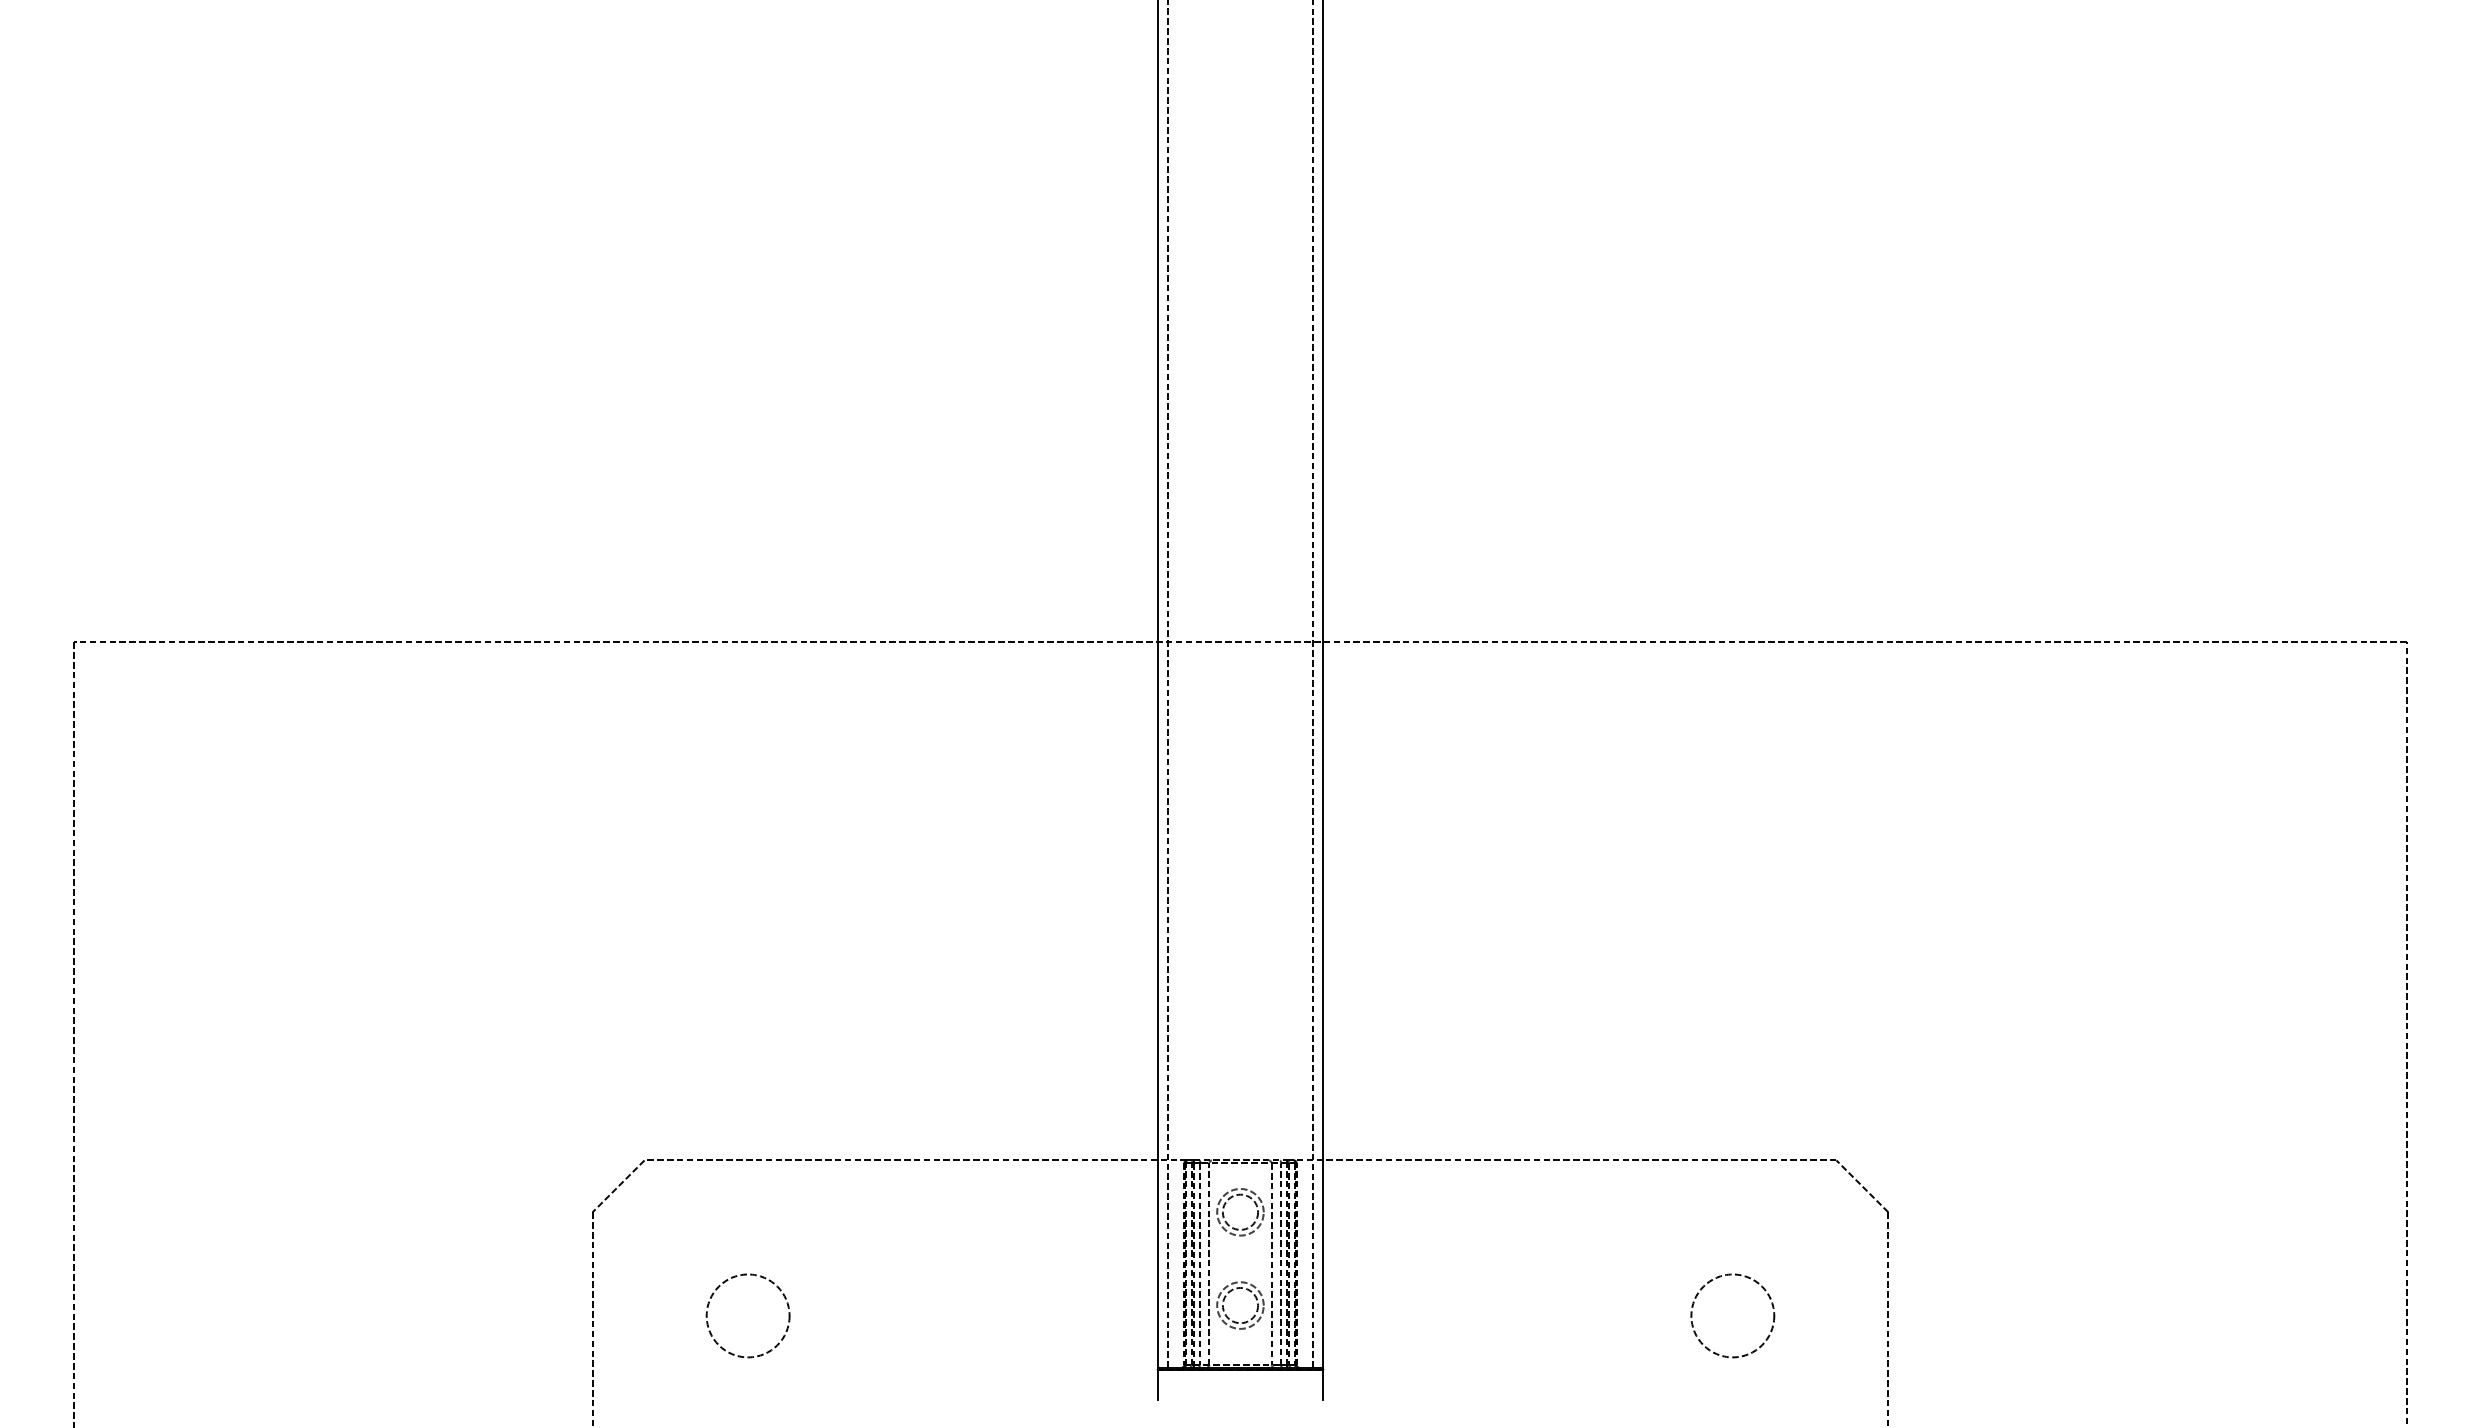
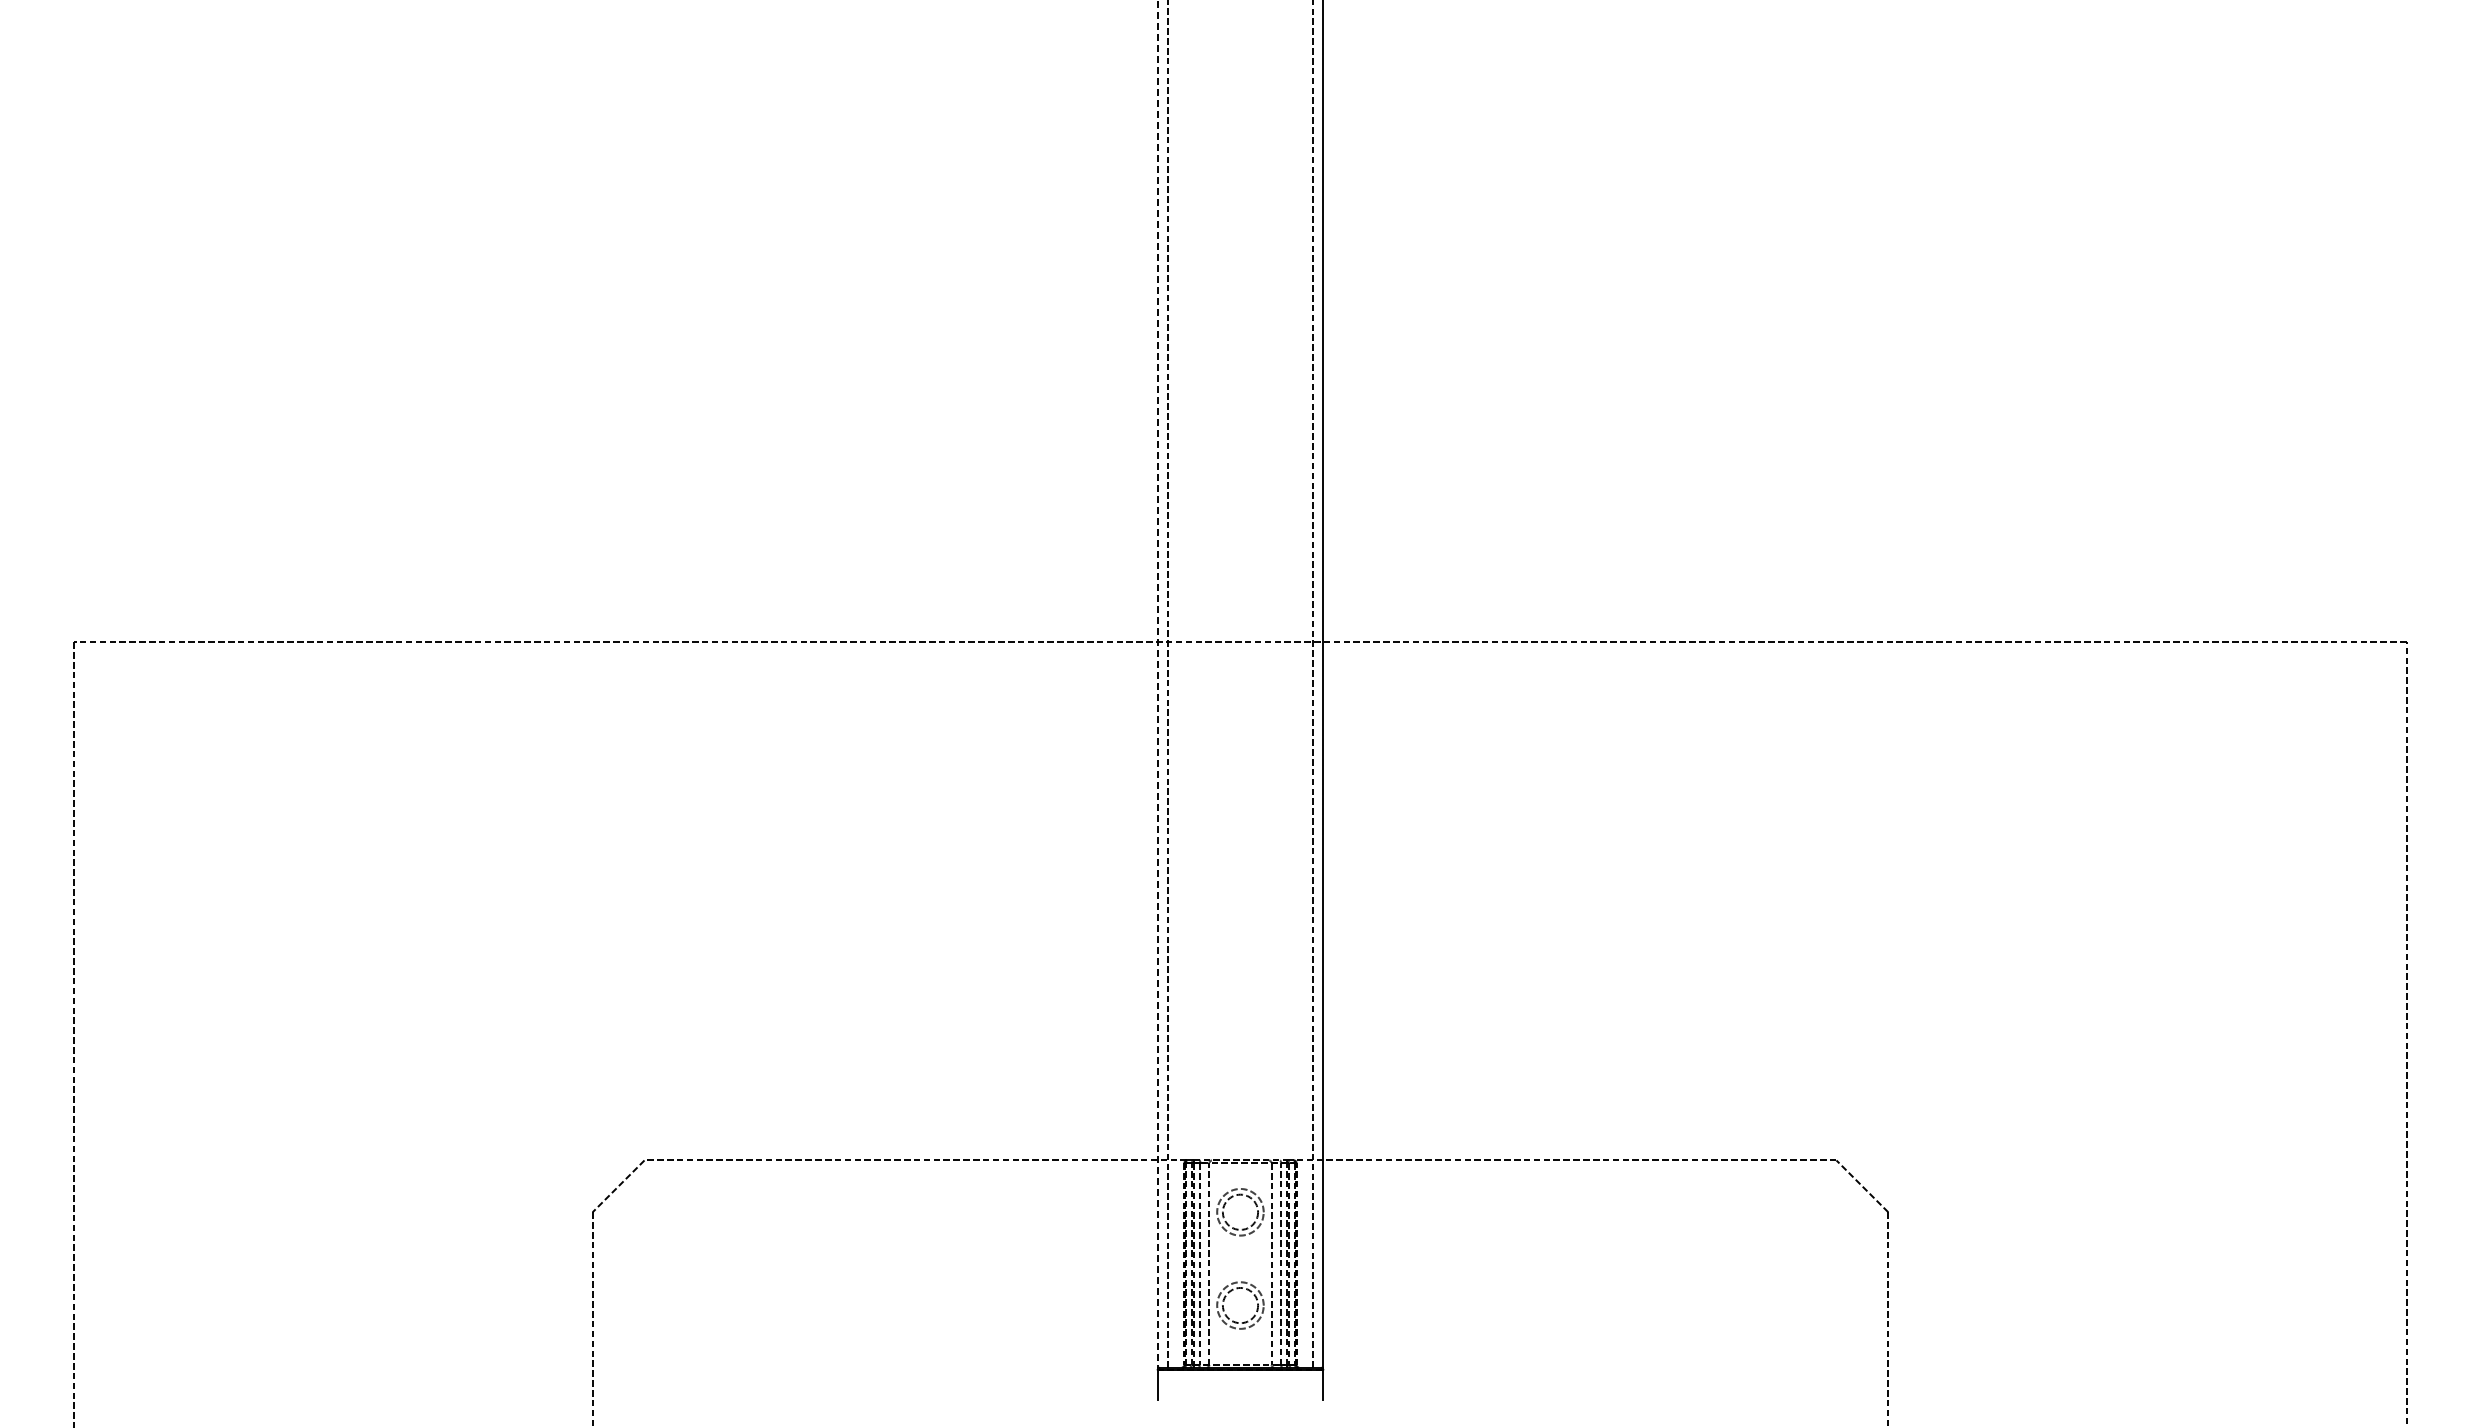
line at (1157, 683): solid -> dashed
circle at (747, 1315): present -> none
circle at (1732, 1315): present -> none
